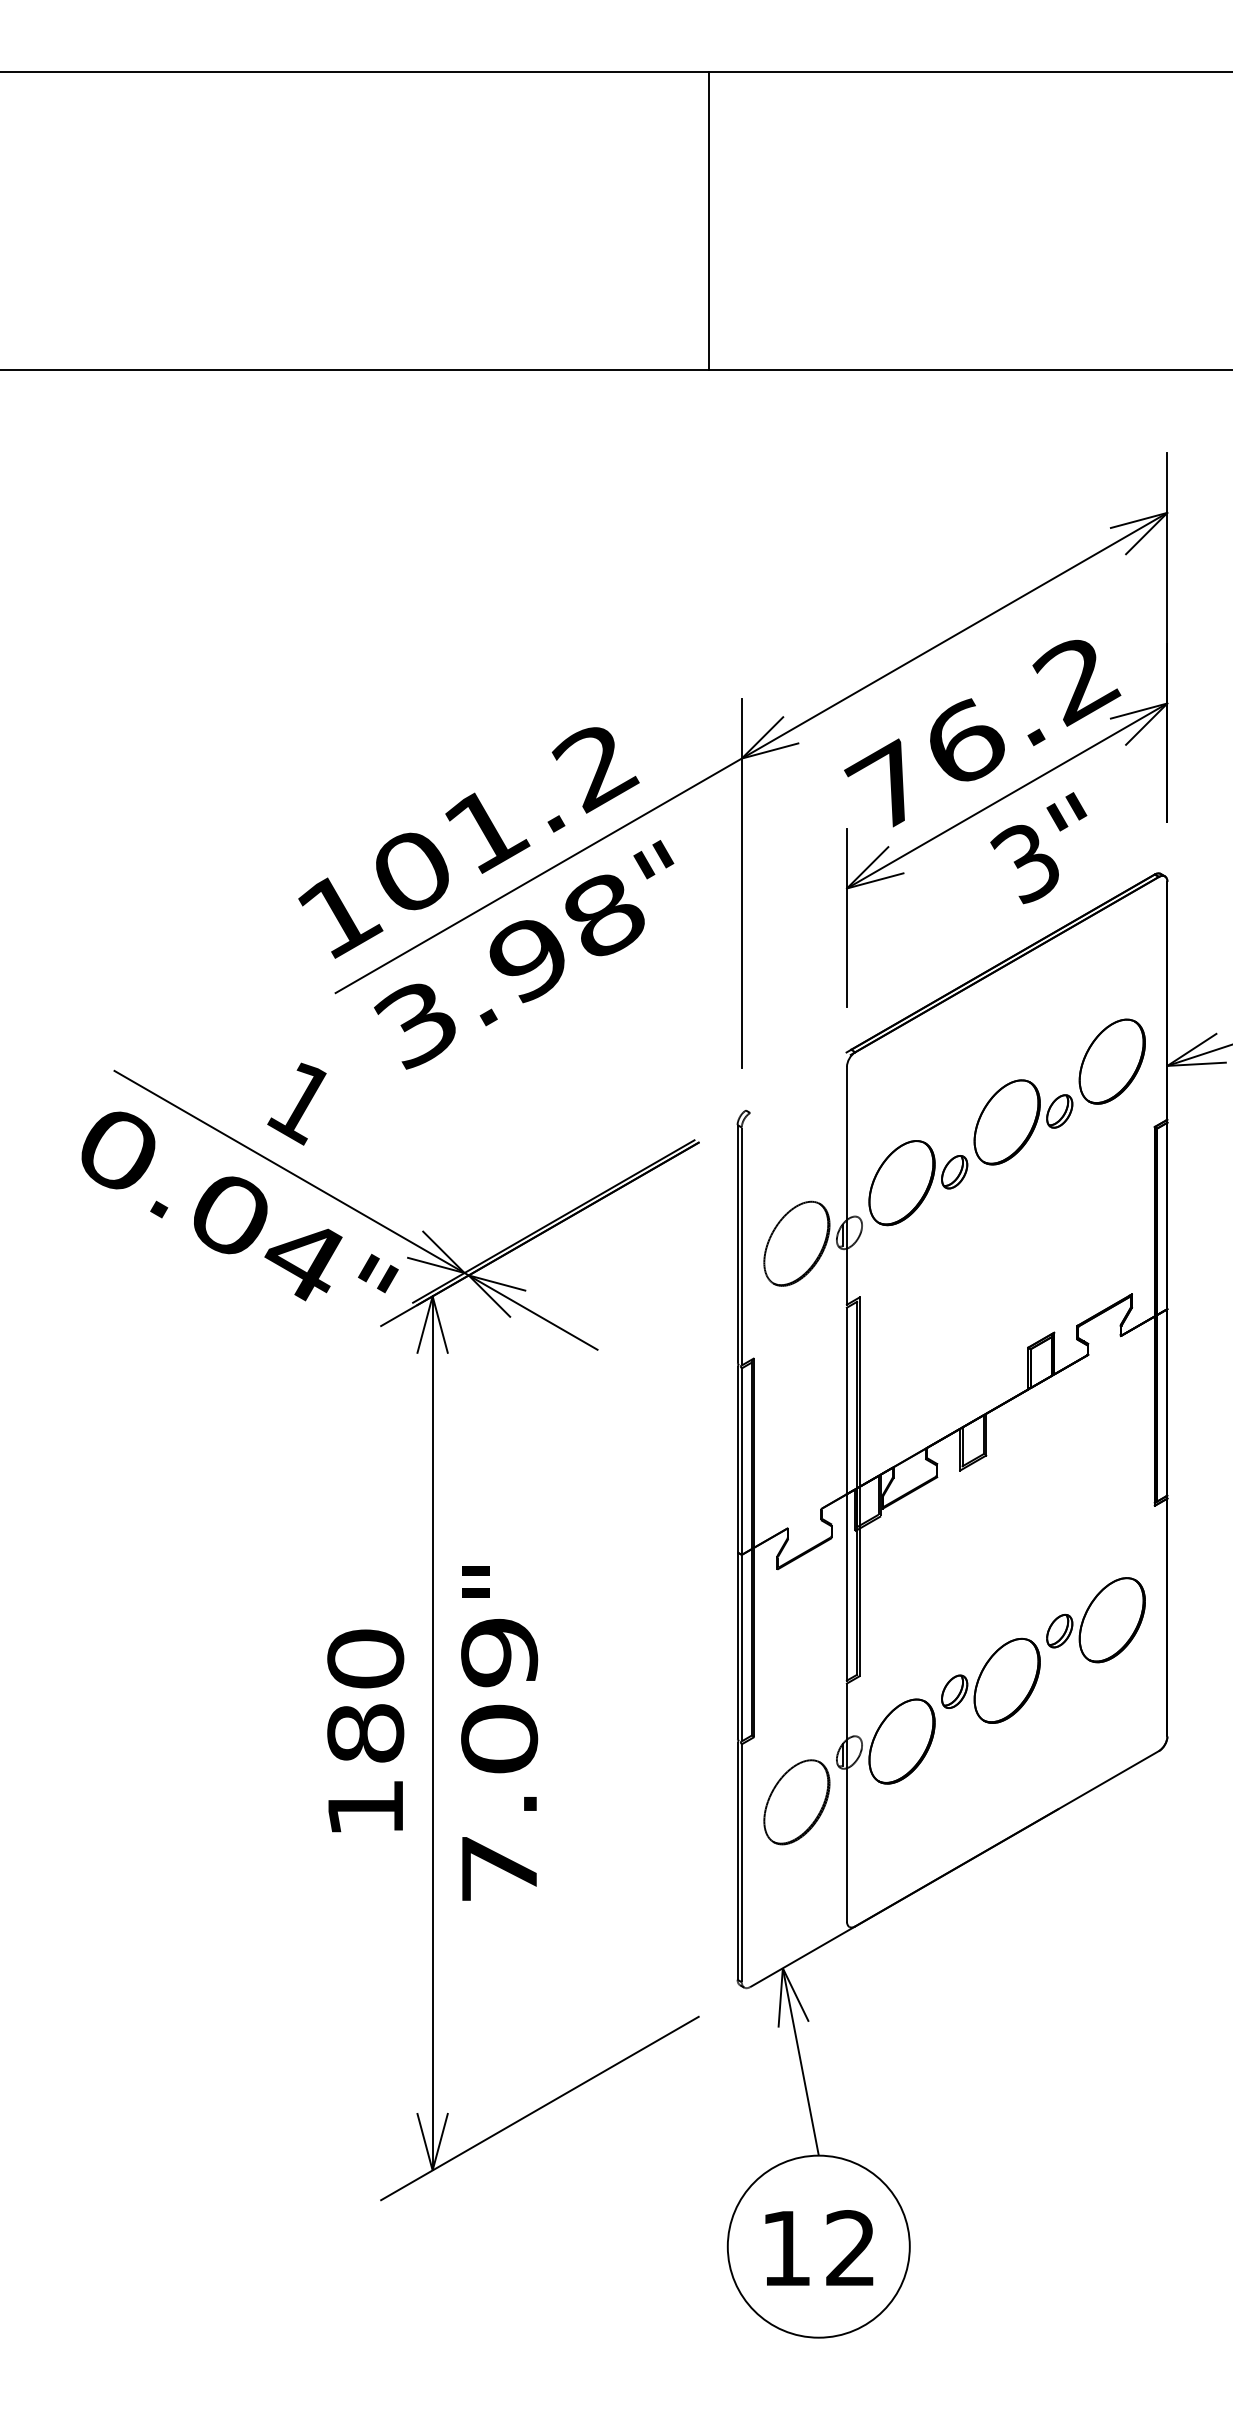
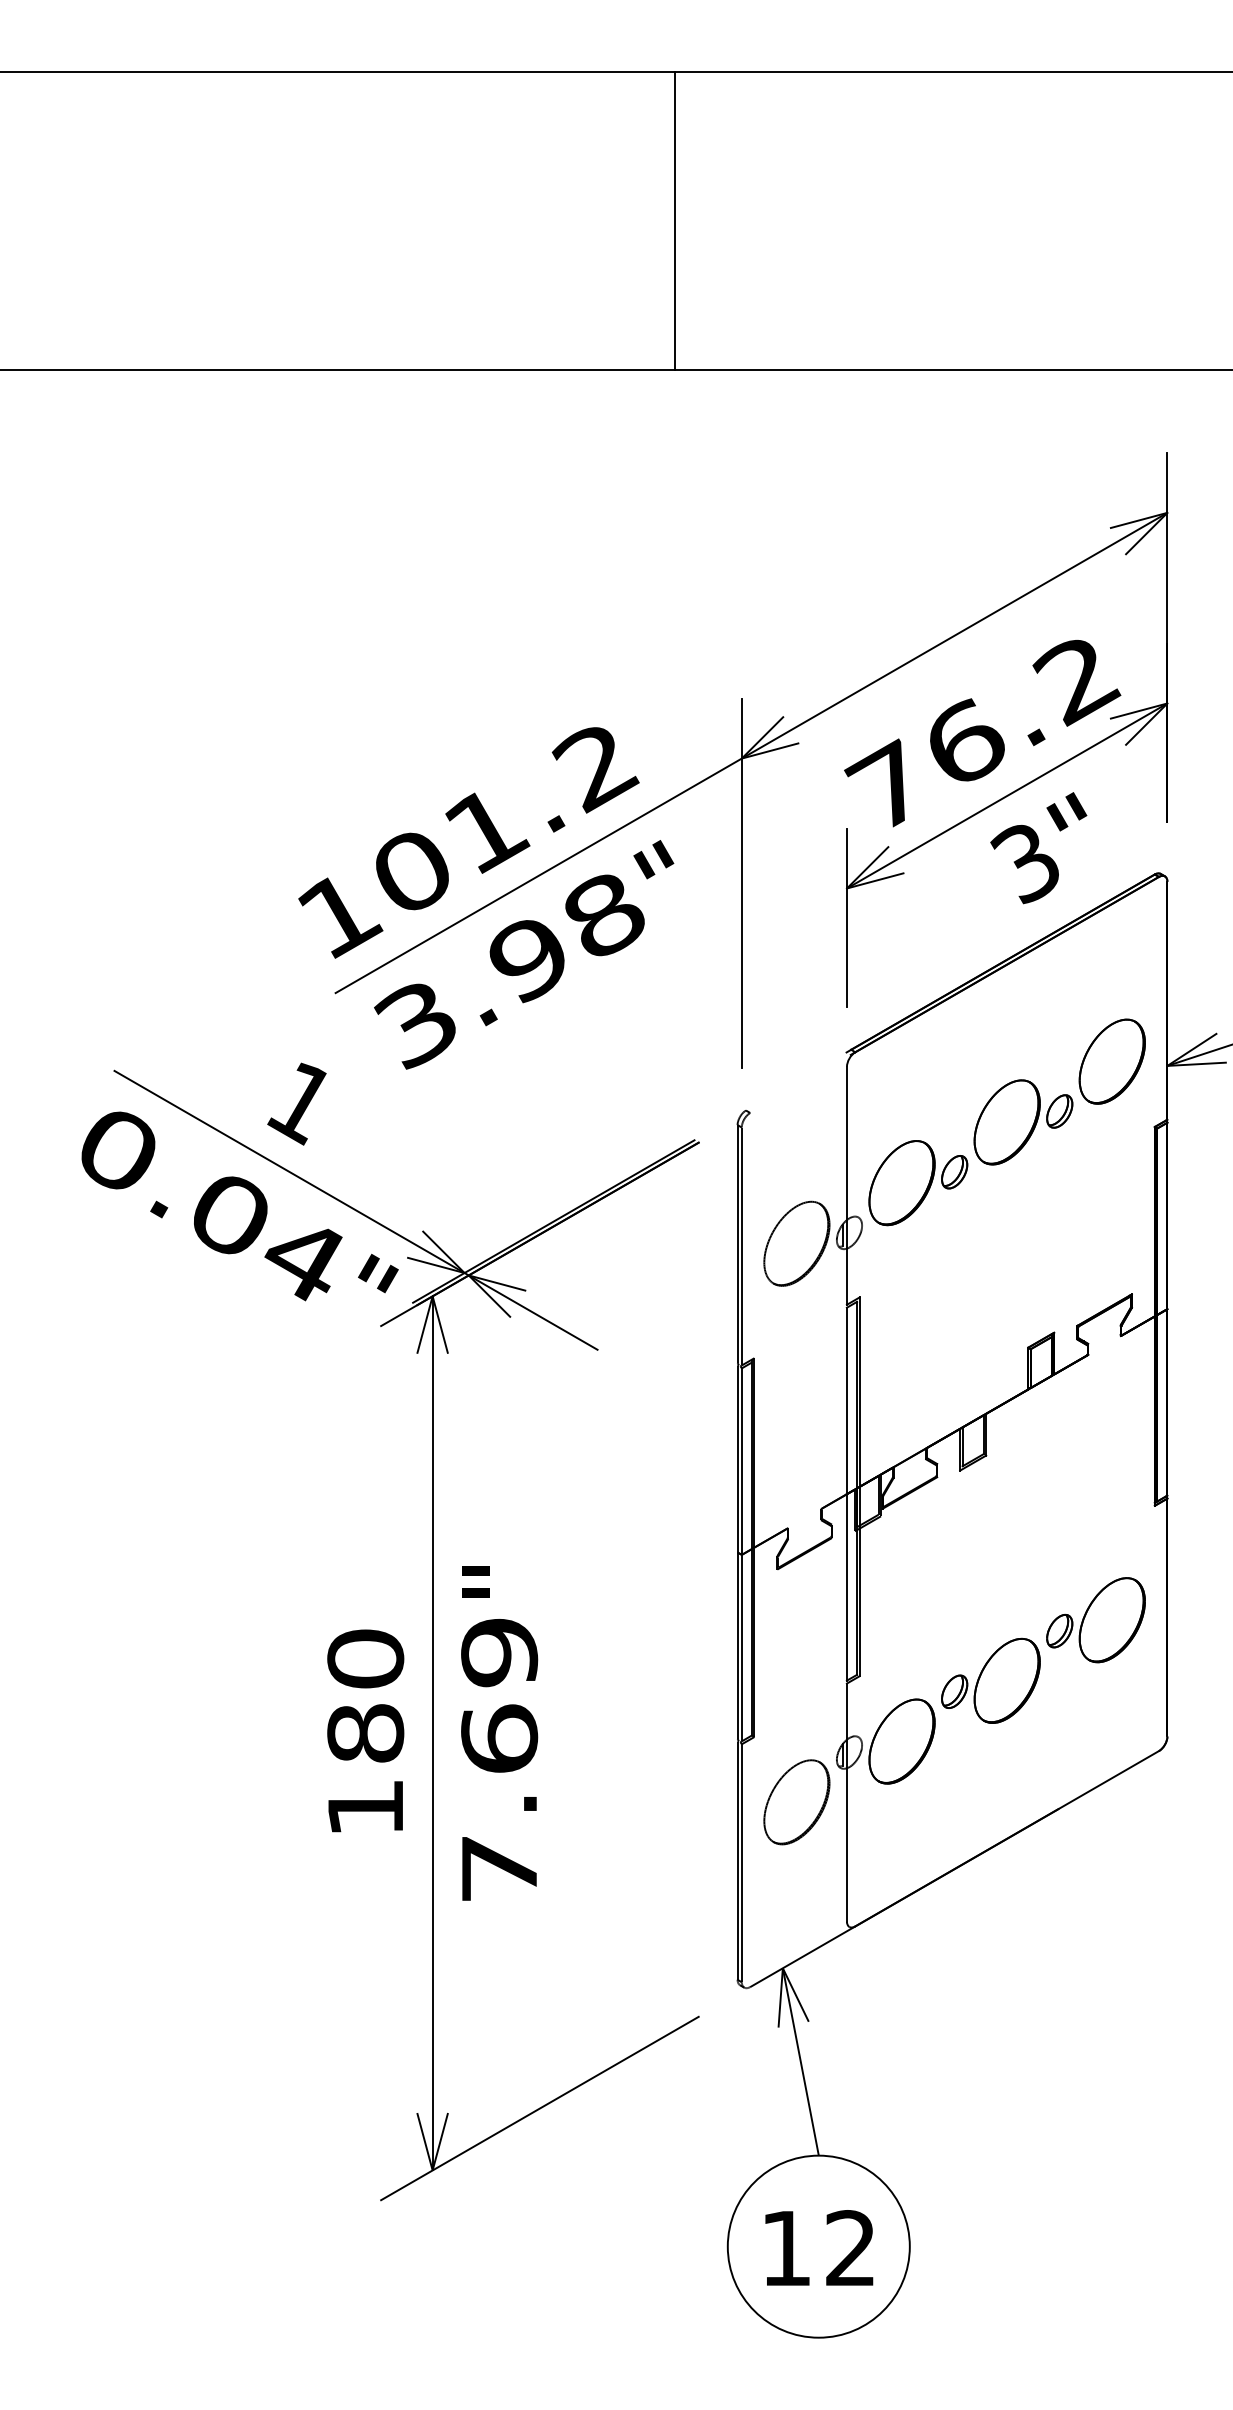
line at (709, 220) position: (709, 220) -> (675, 220)
text at (499, 1738): 7.09 -> 7.69
